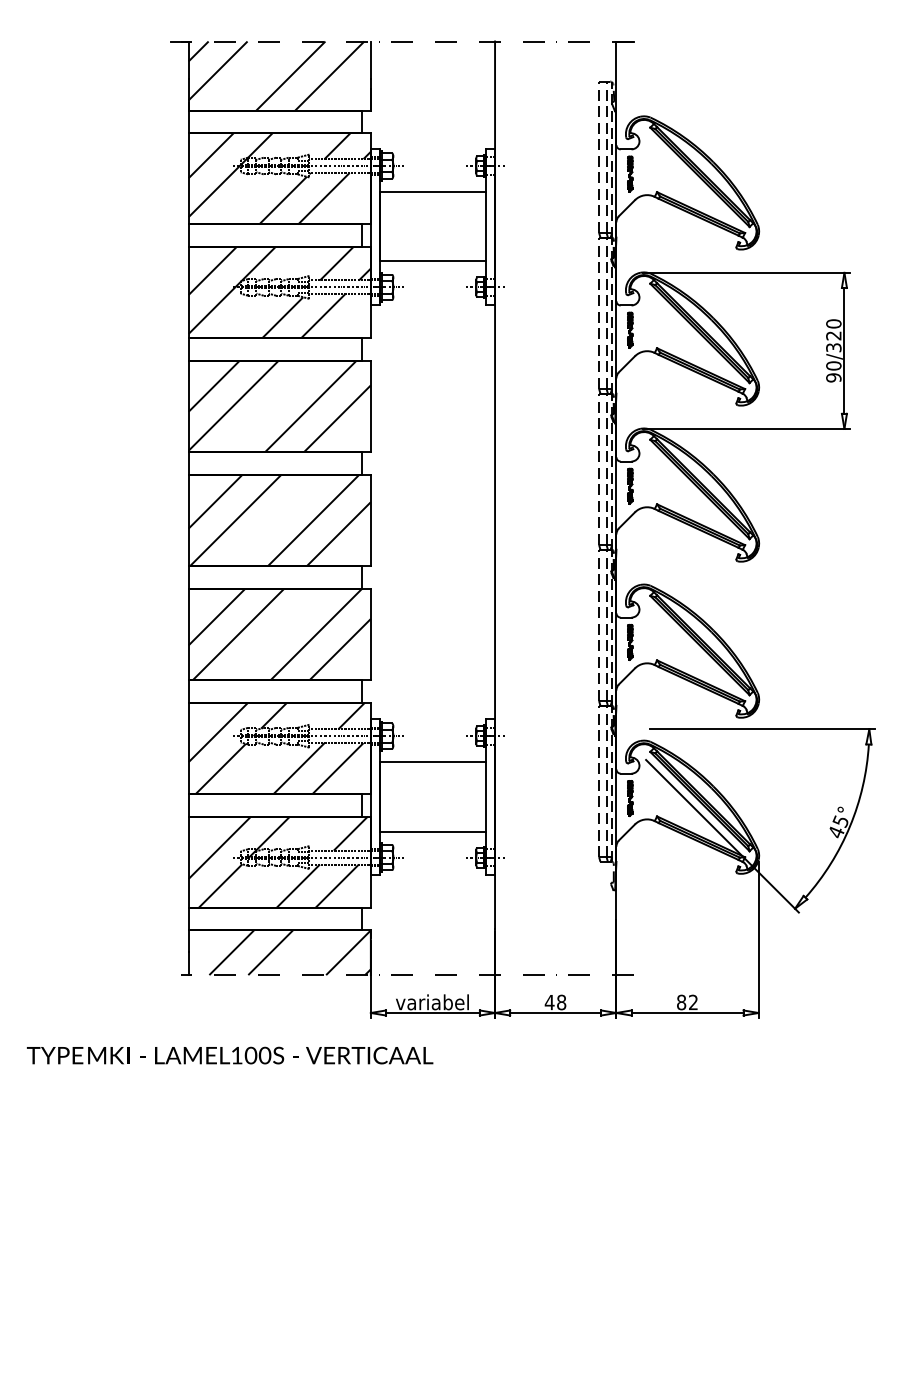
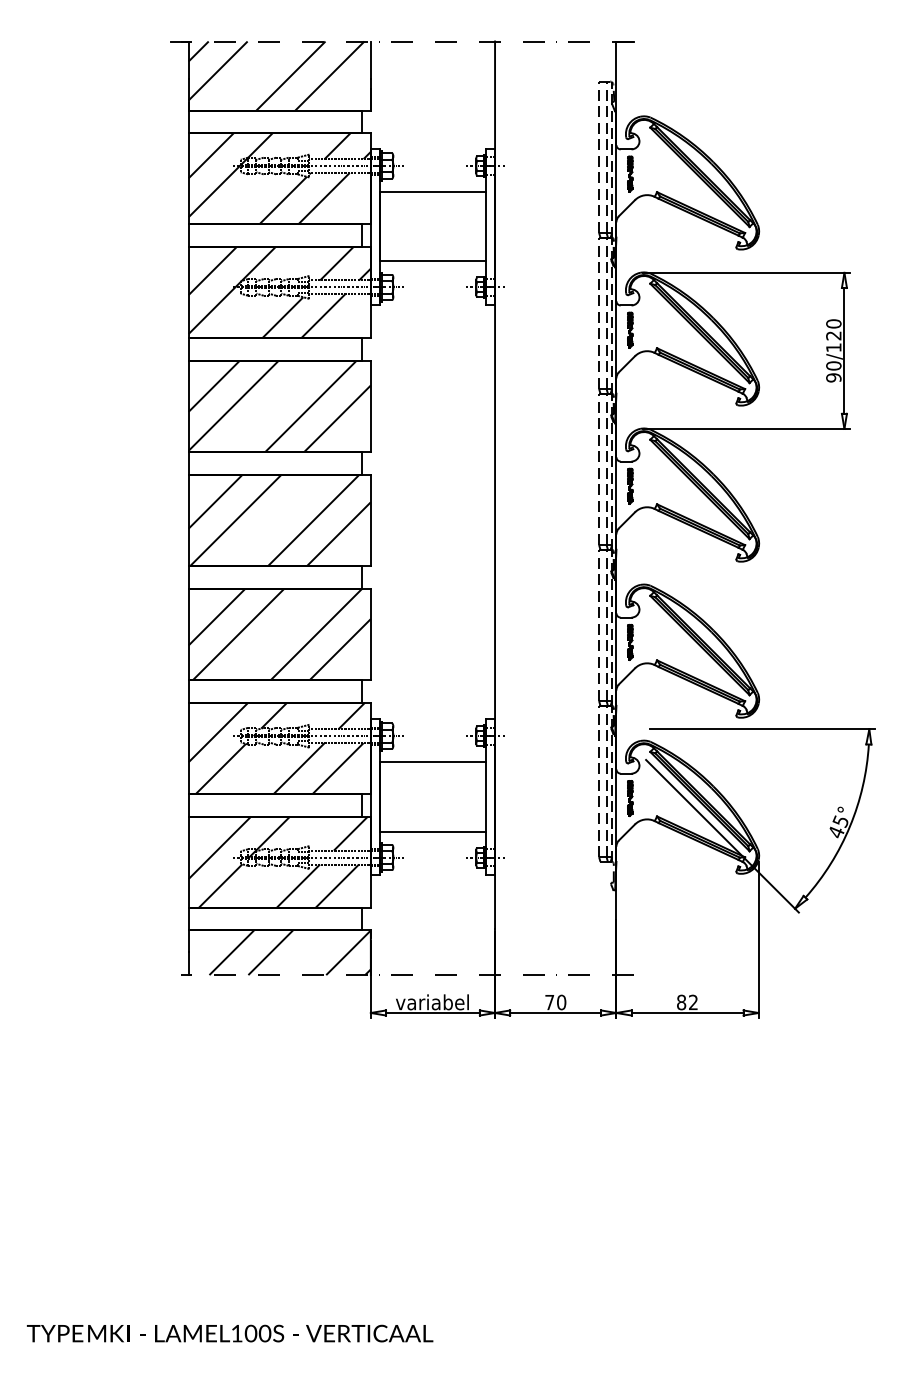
text at (833, 347): 90/320 -> 90/120
text at (555, 1002): 48 -> 70
text at (230, 1055) position: (230, 1055) -> (230, 1333)
